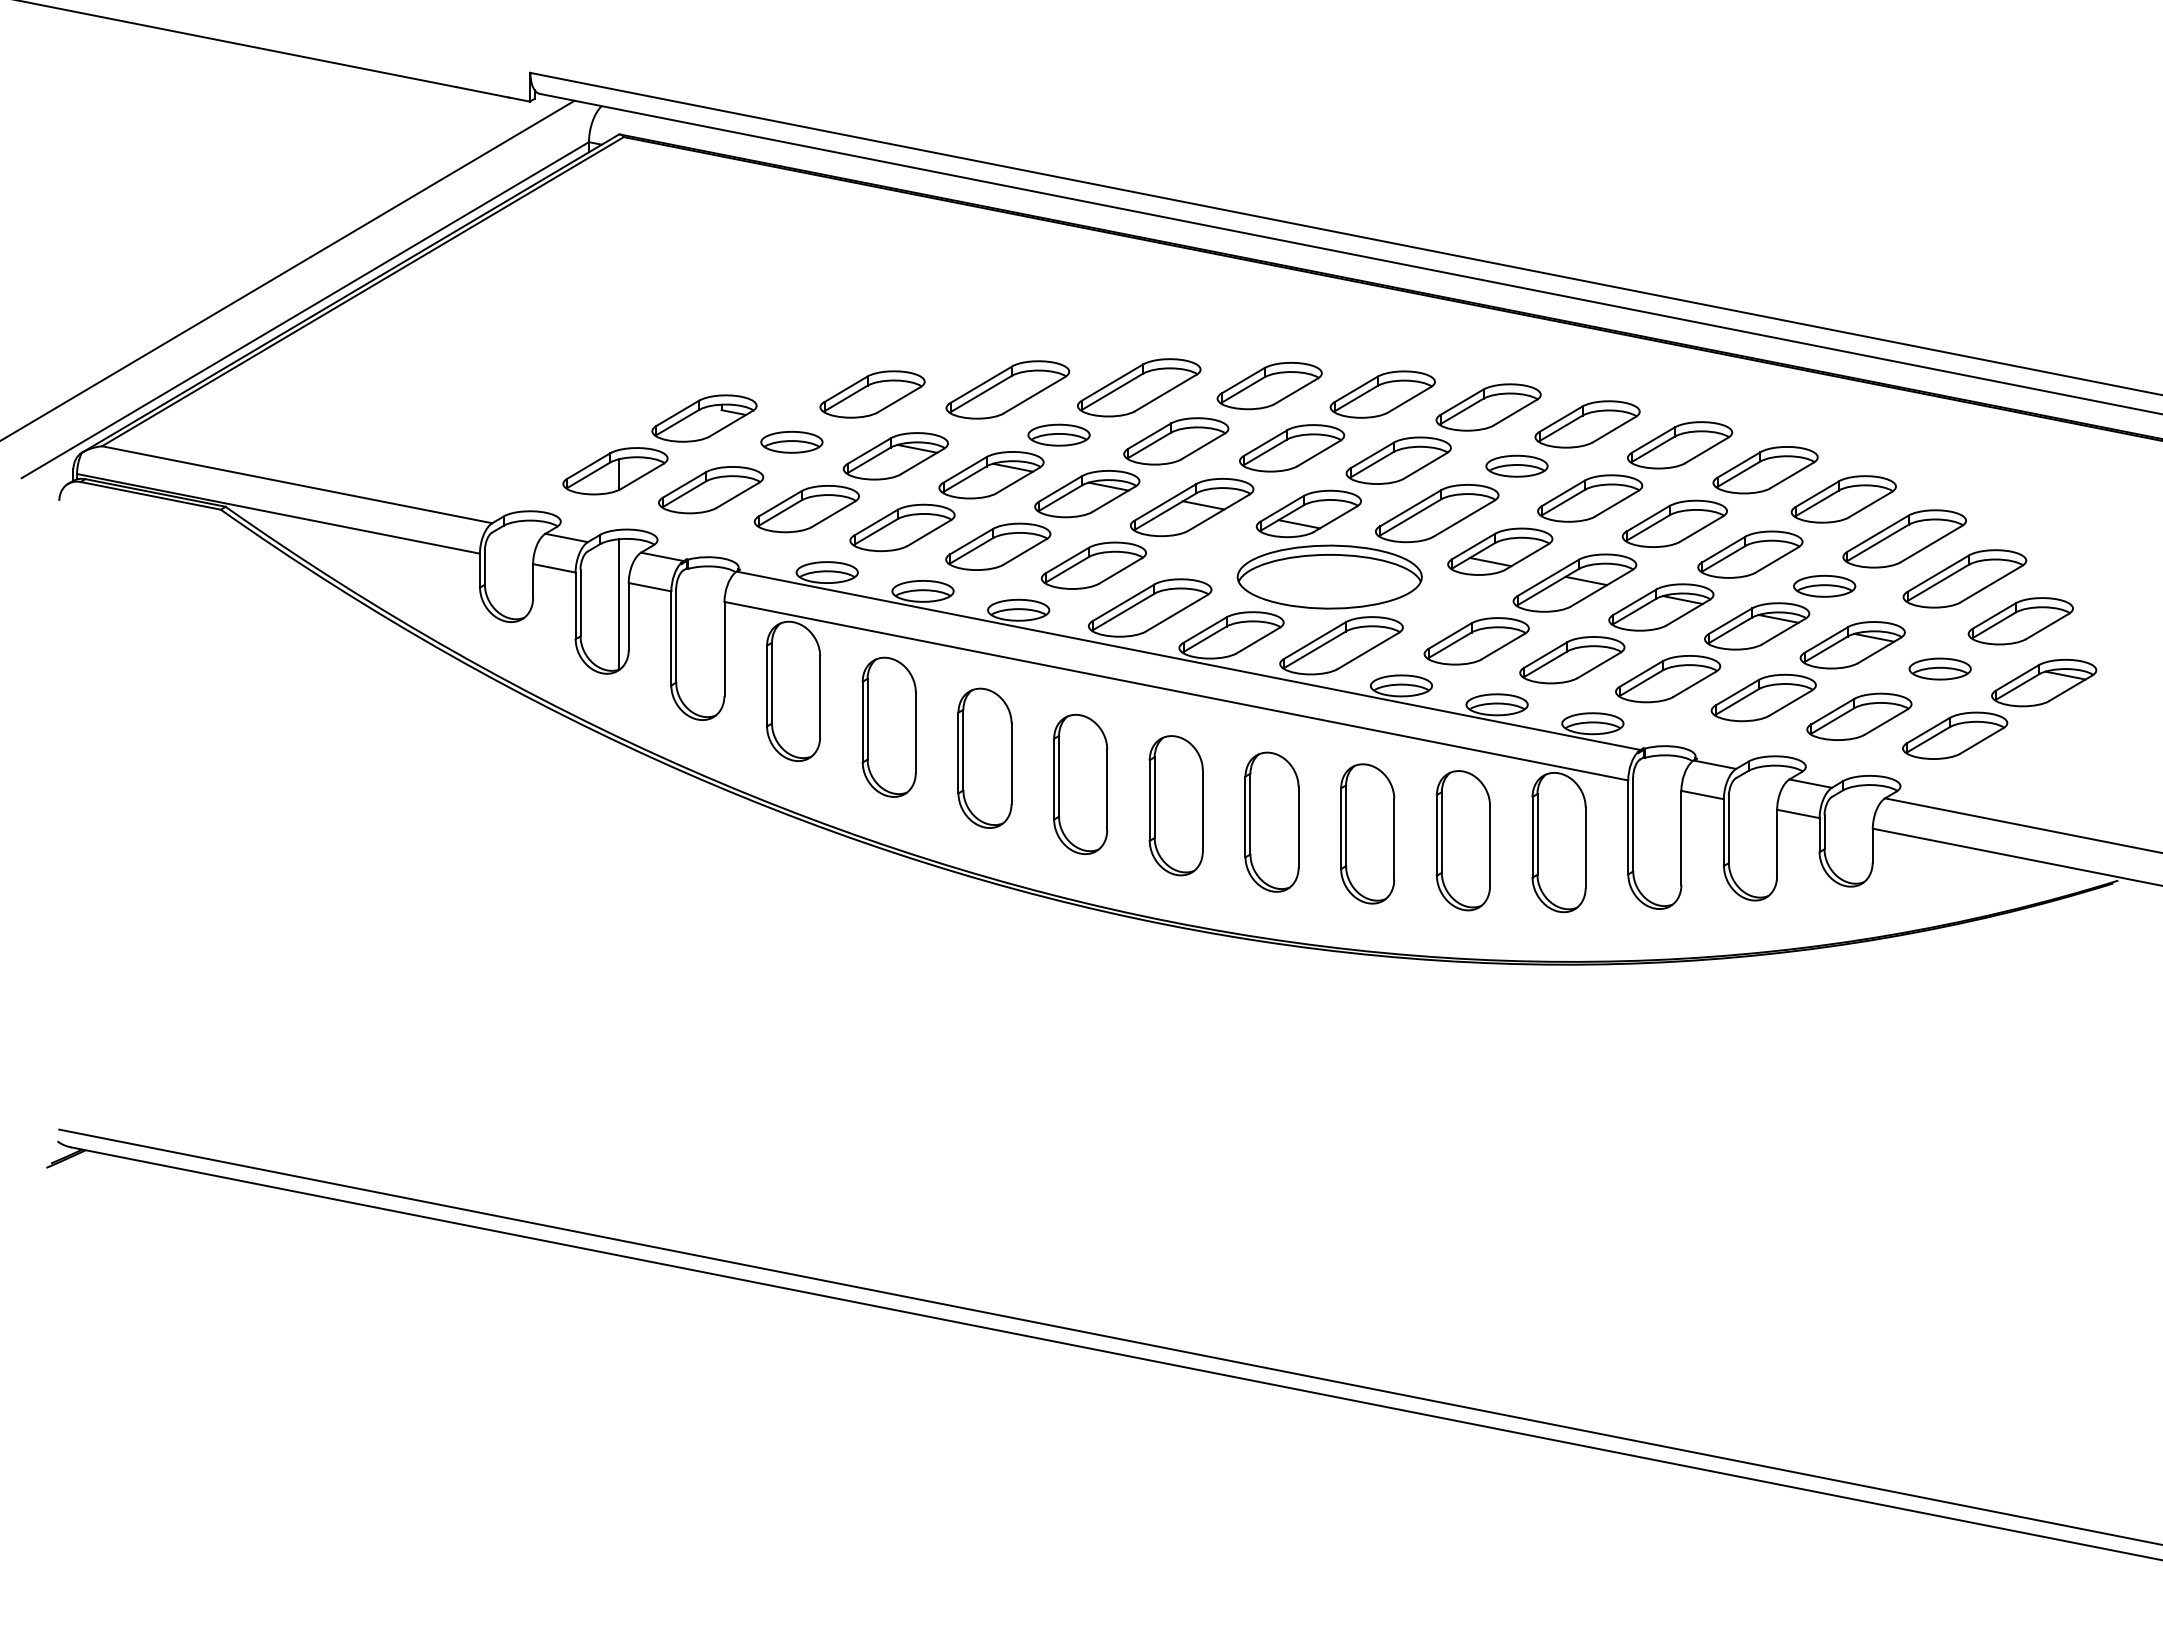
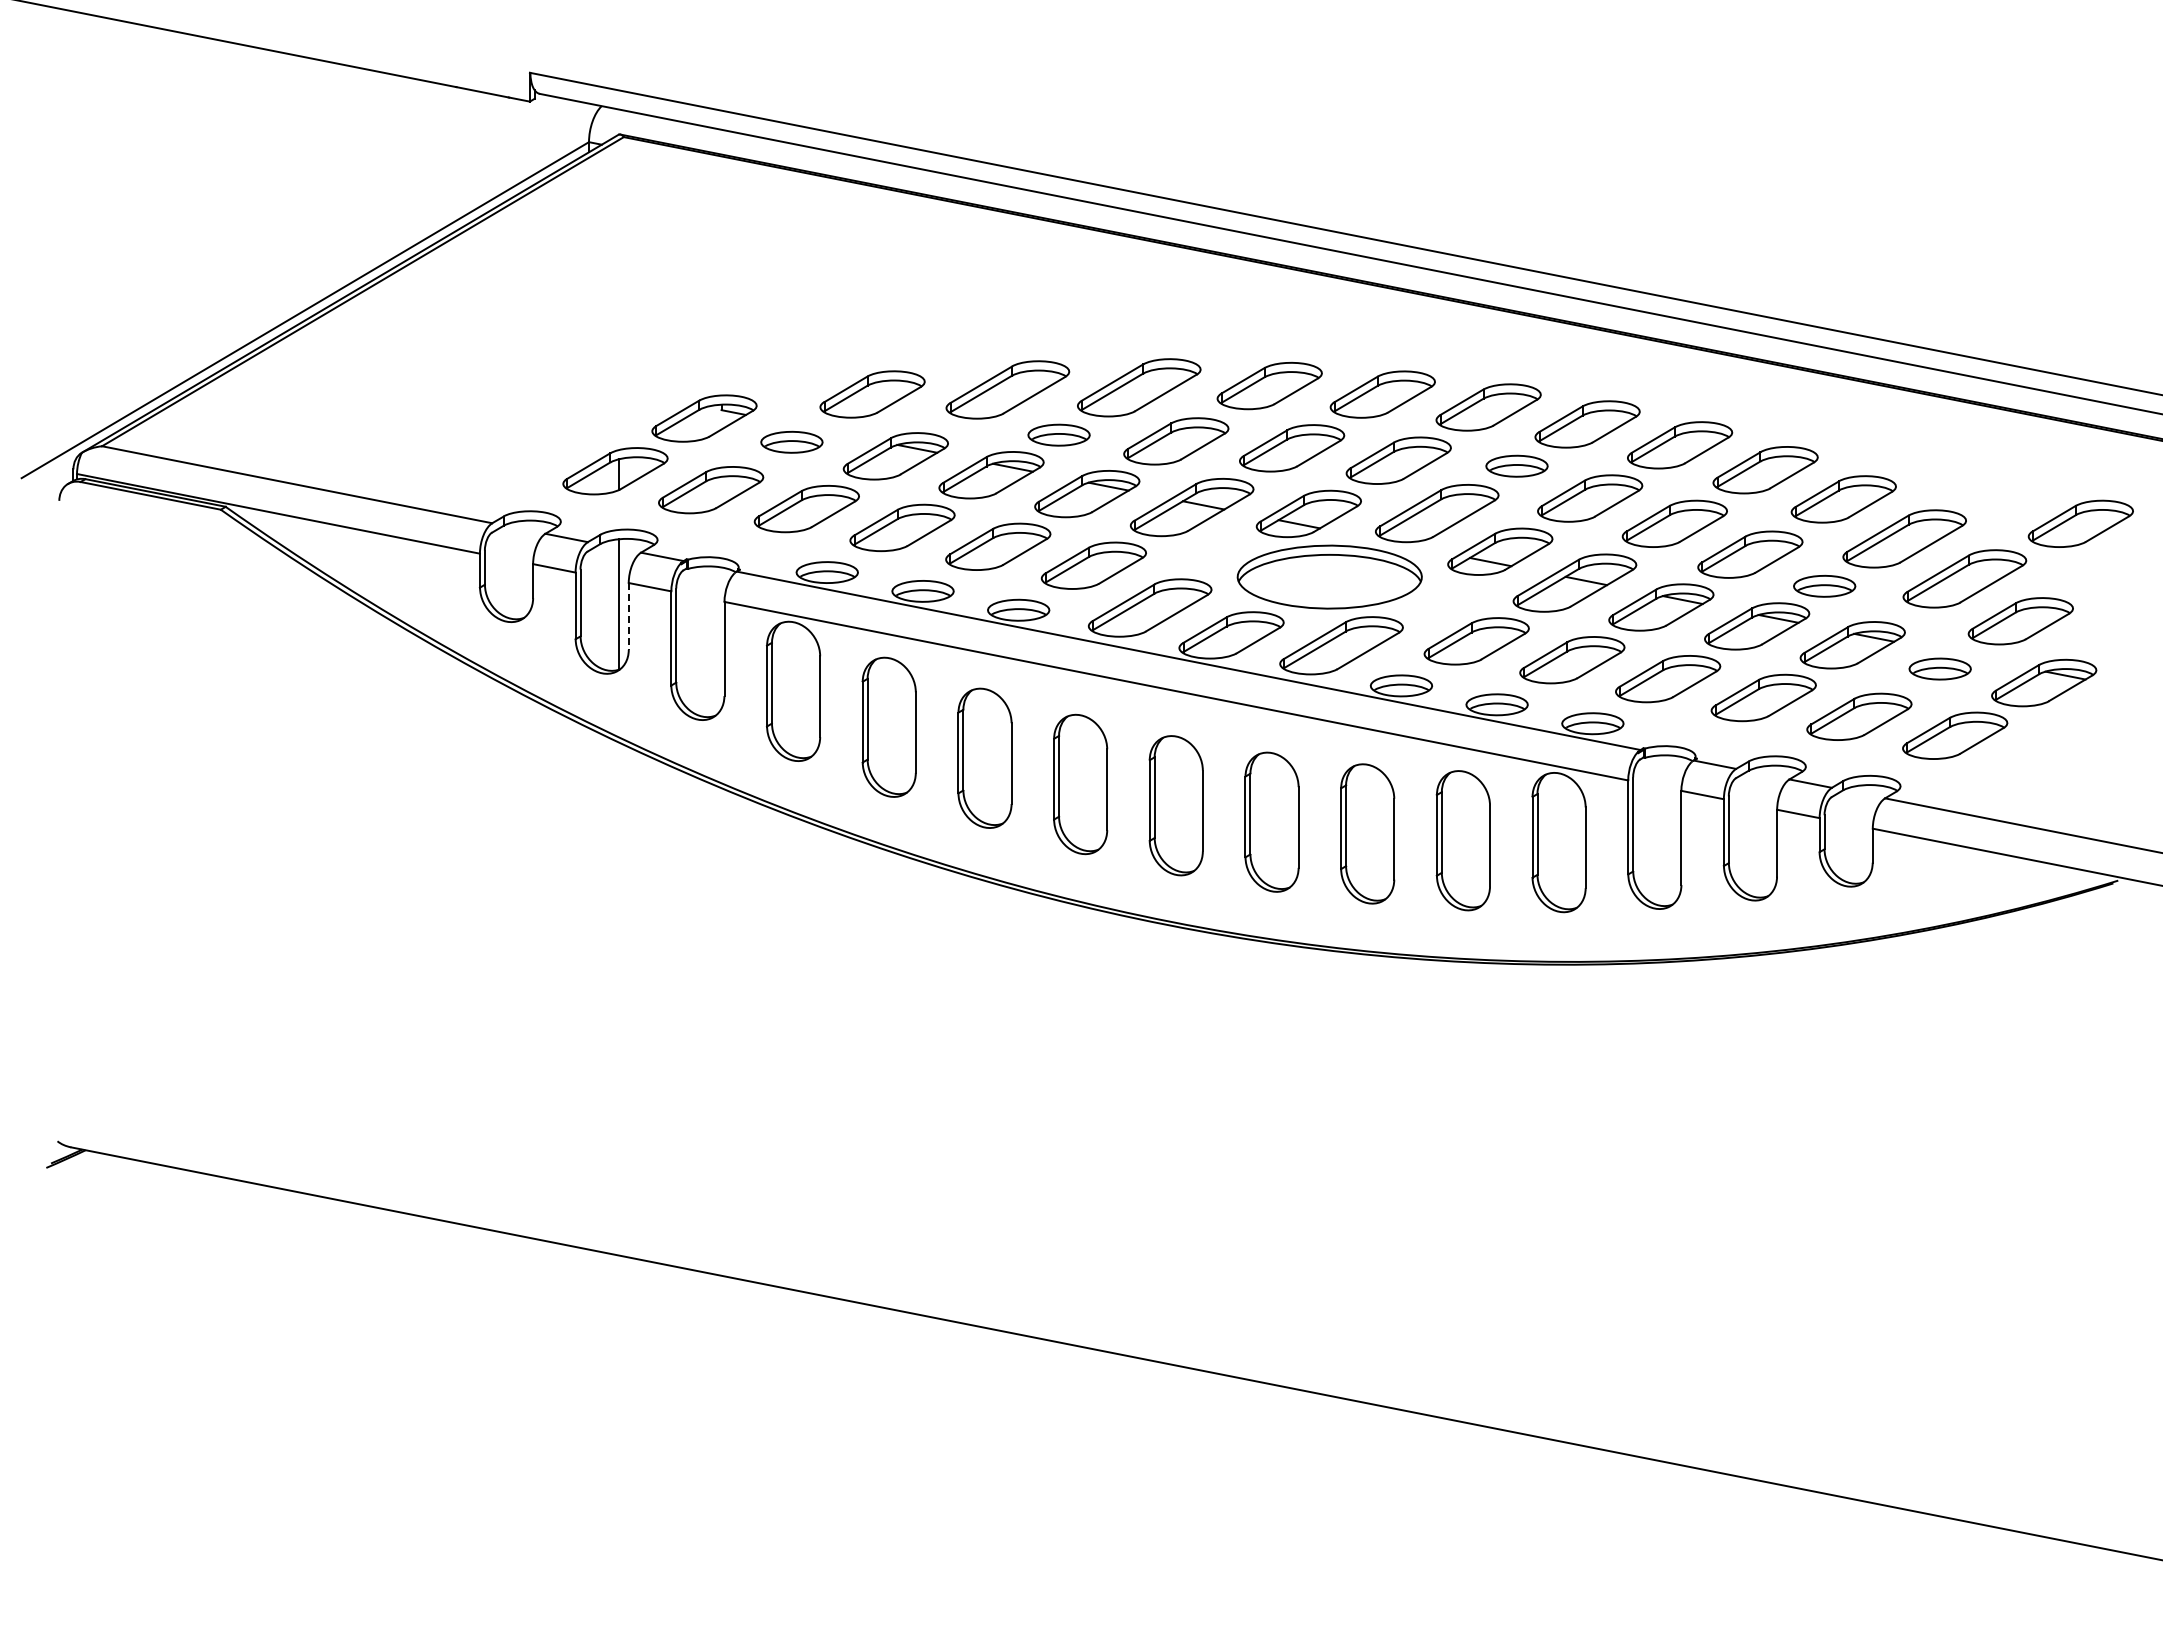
line at (288, 269): present -> none
part at (2080, 523): none -> present
line at (628, 616): solid -> dashed
line at (1109, 1336): present -> none
